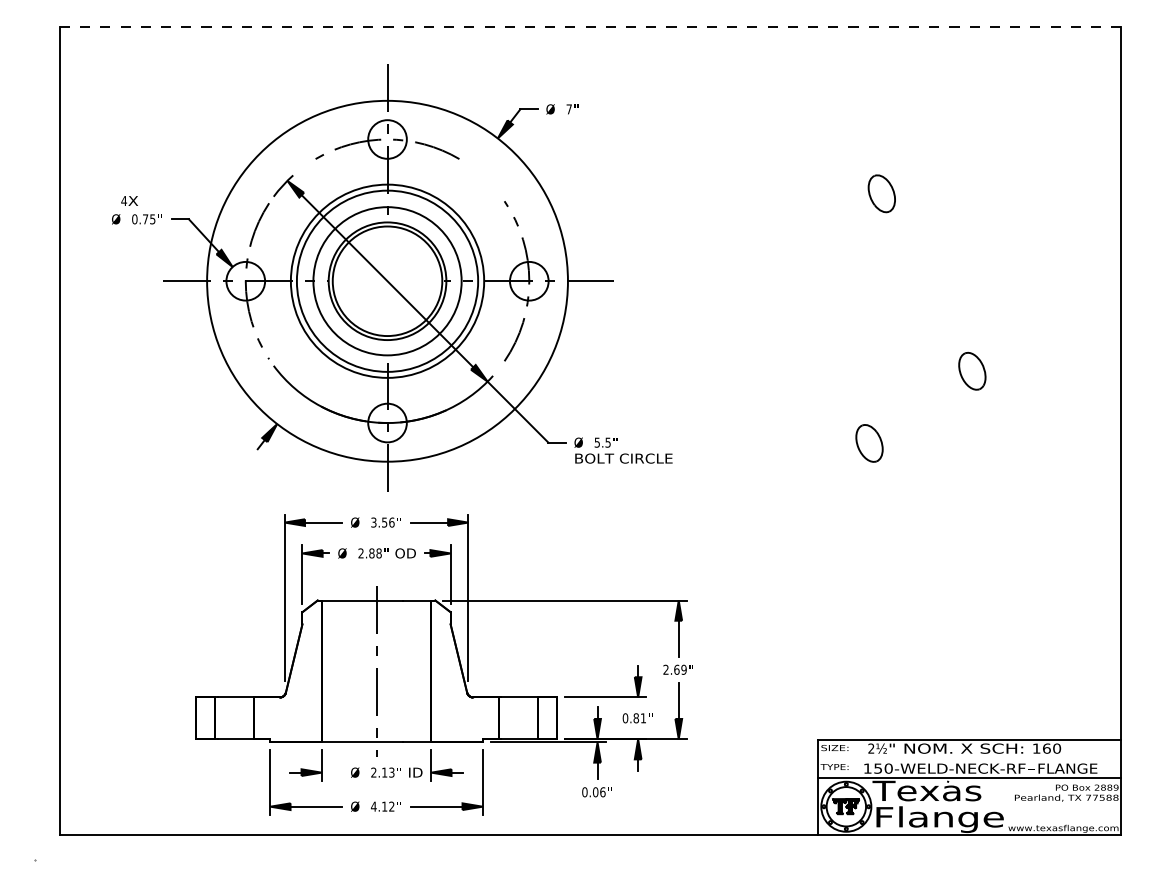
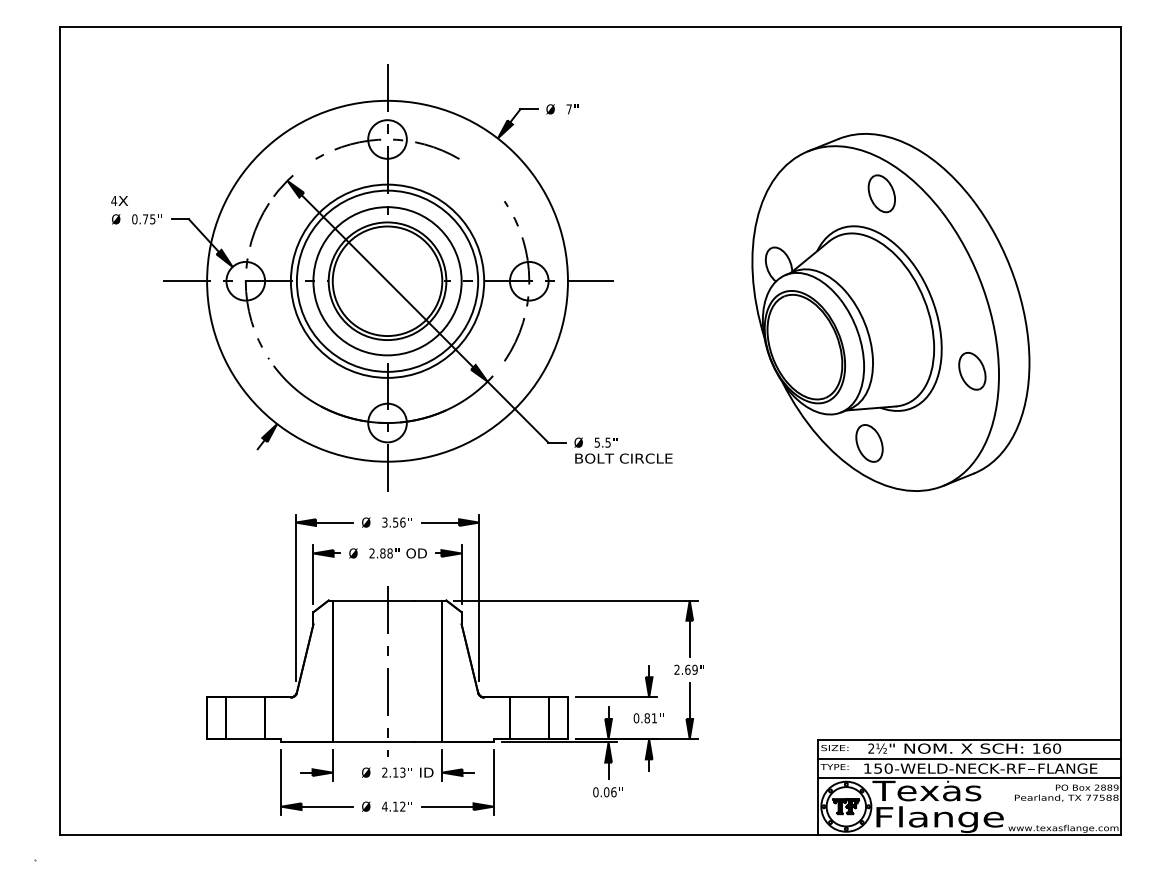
line at (590, 26): dashed -> solid
text at (129, 200) position: (129, 200) -> (119, 200)
part at (890, 312): none -> present
part at (443, 664) position: (443, 664) -> (454, 664)
line at (969, 759): none -> present
